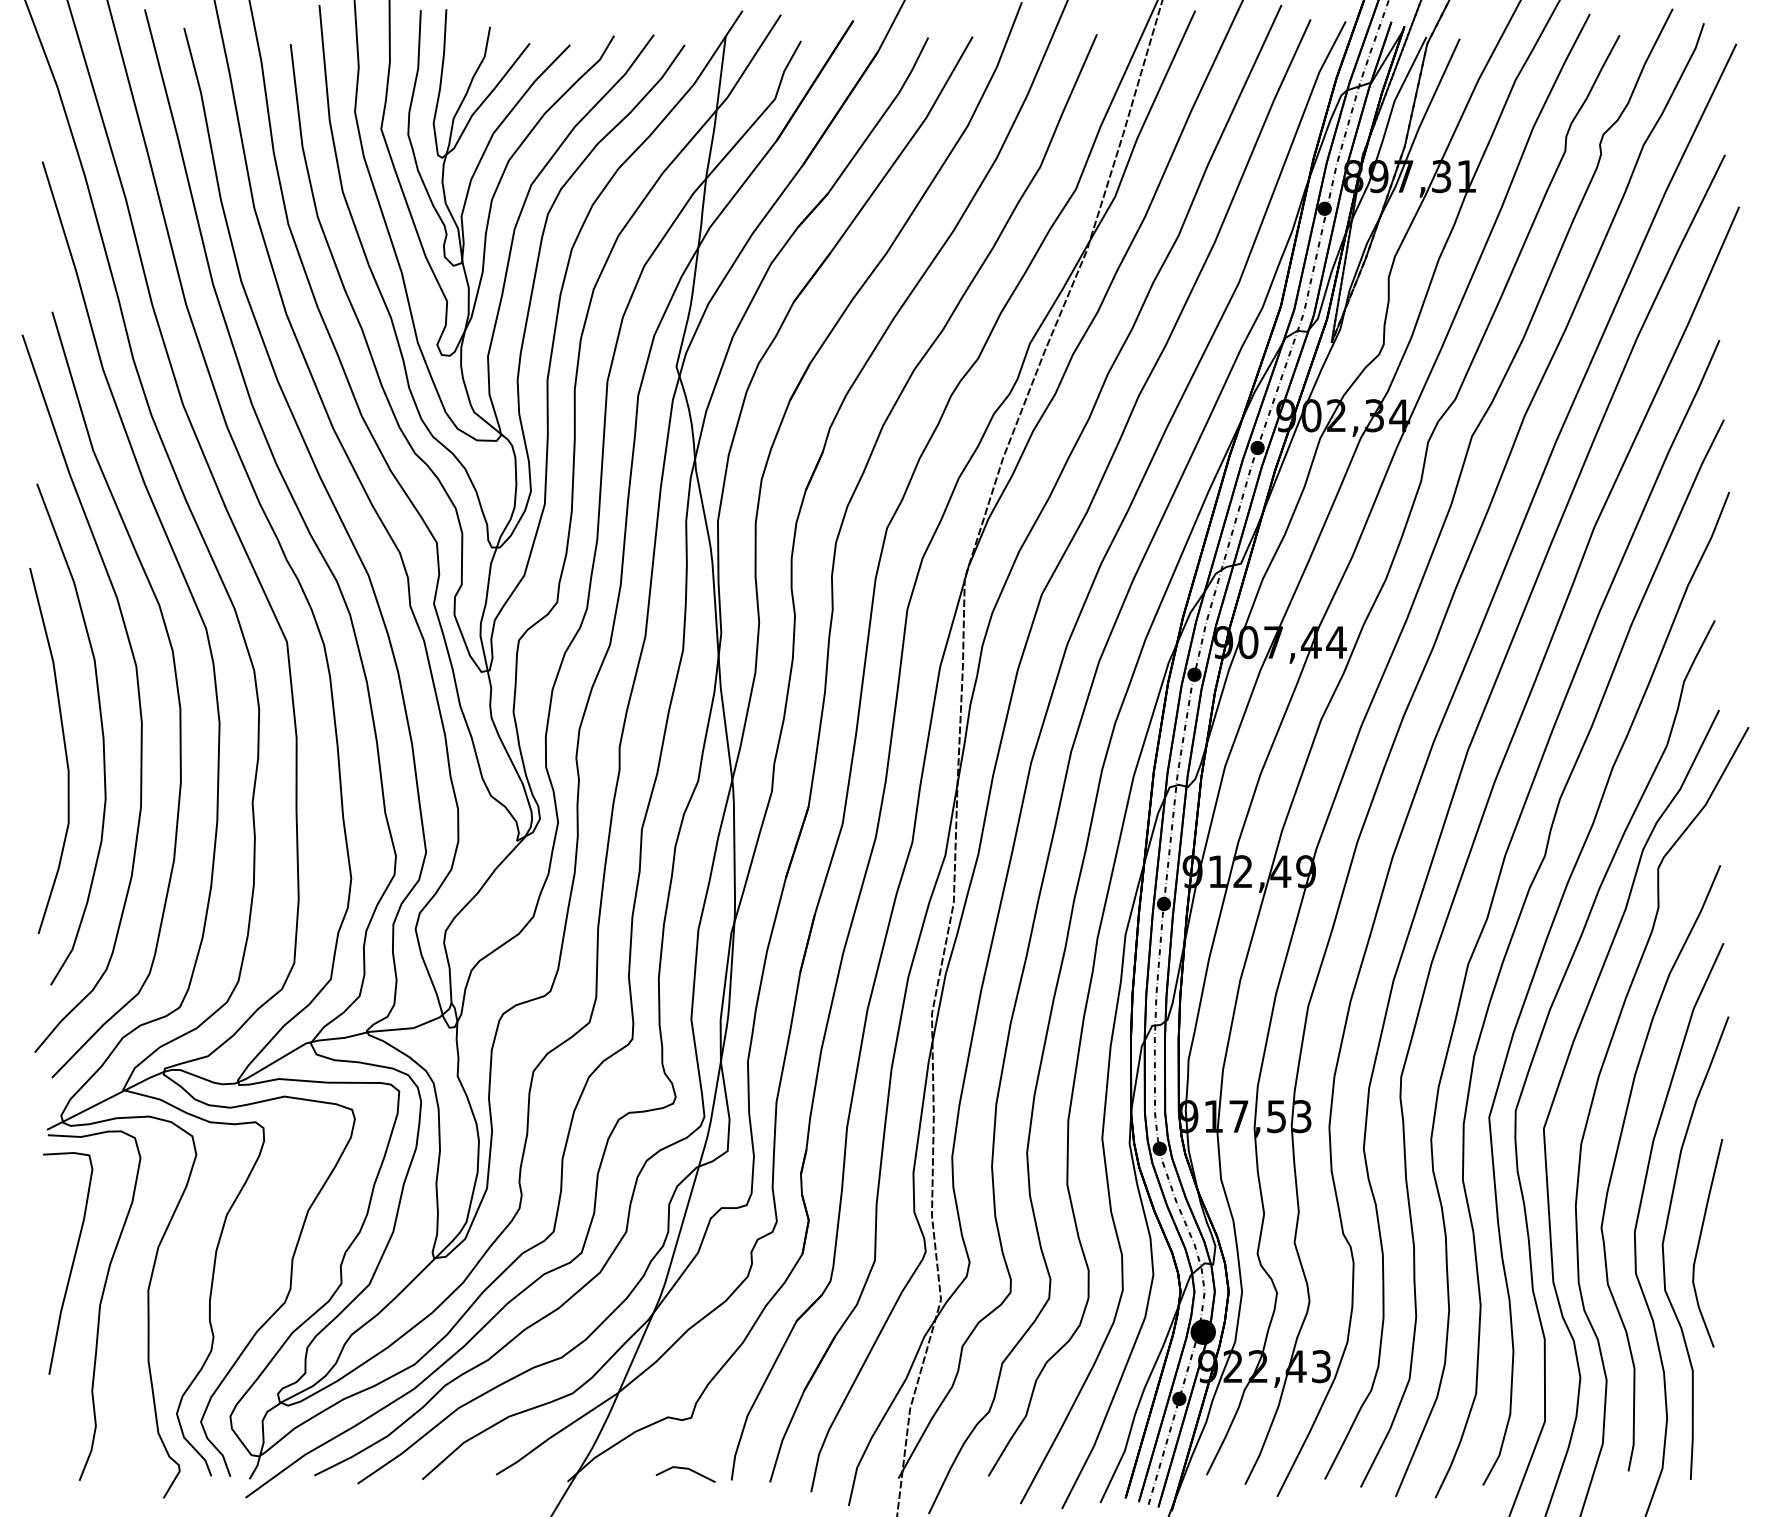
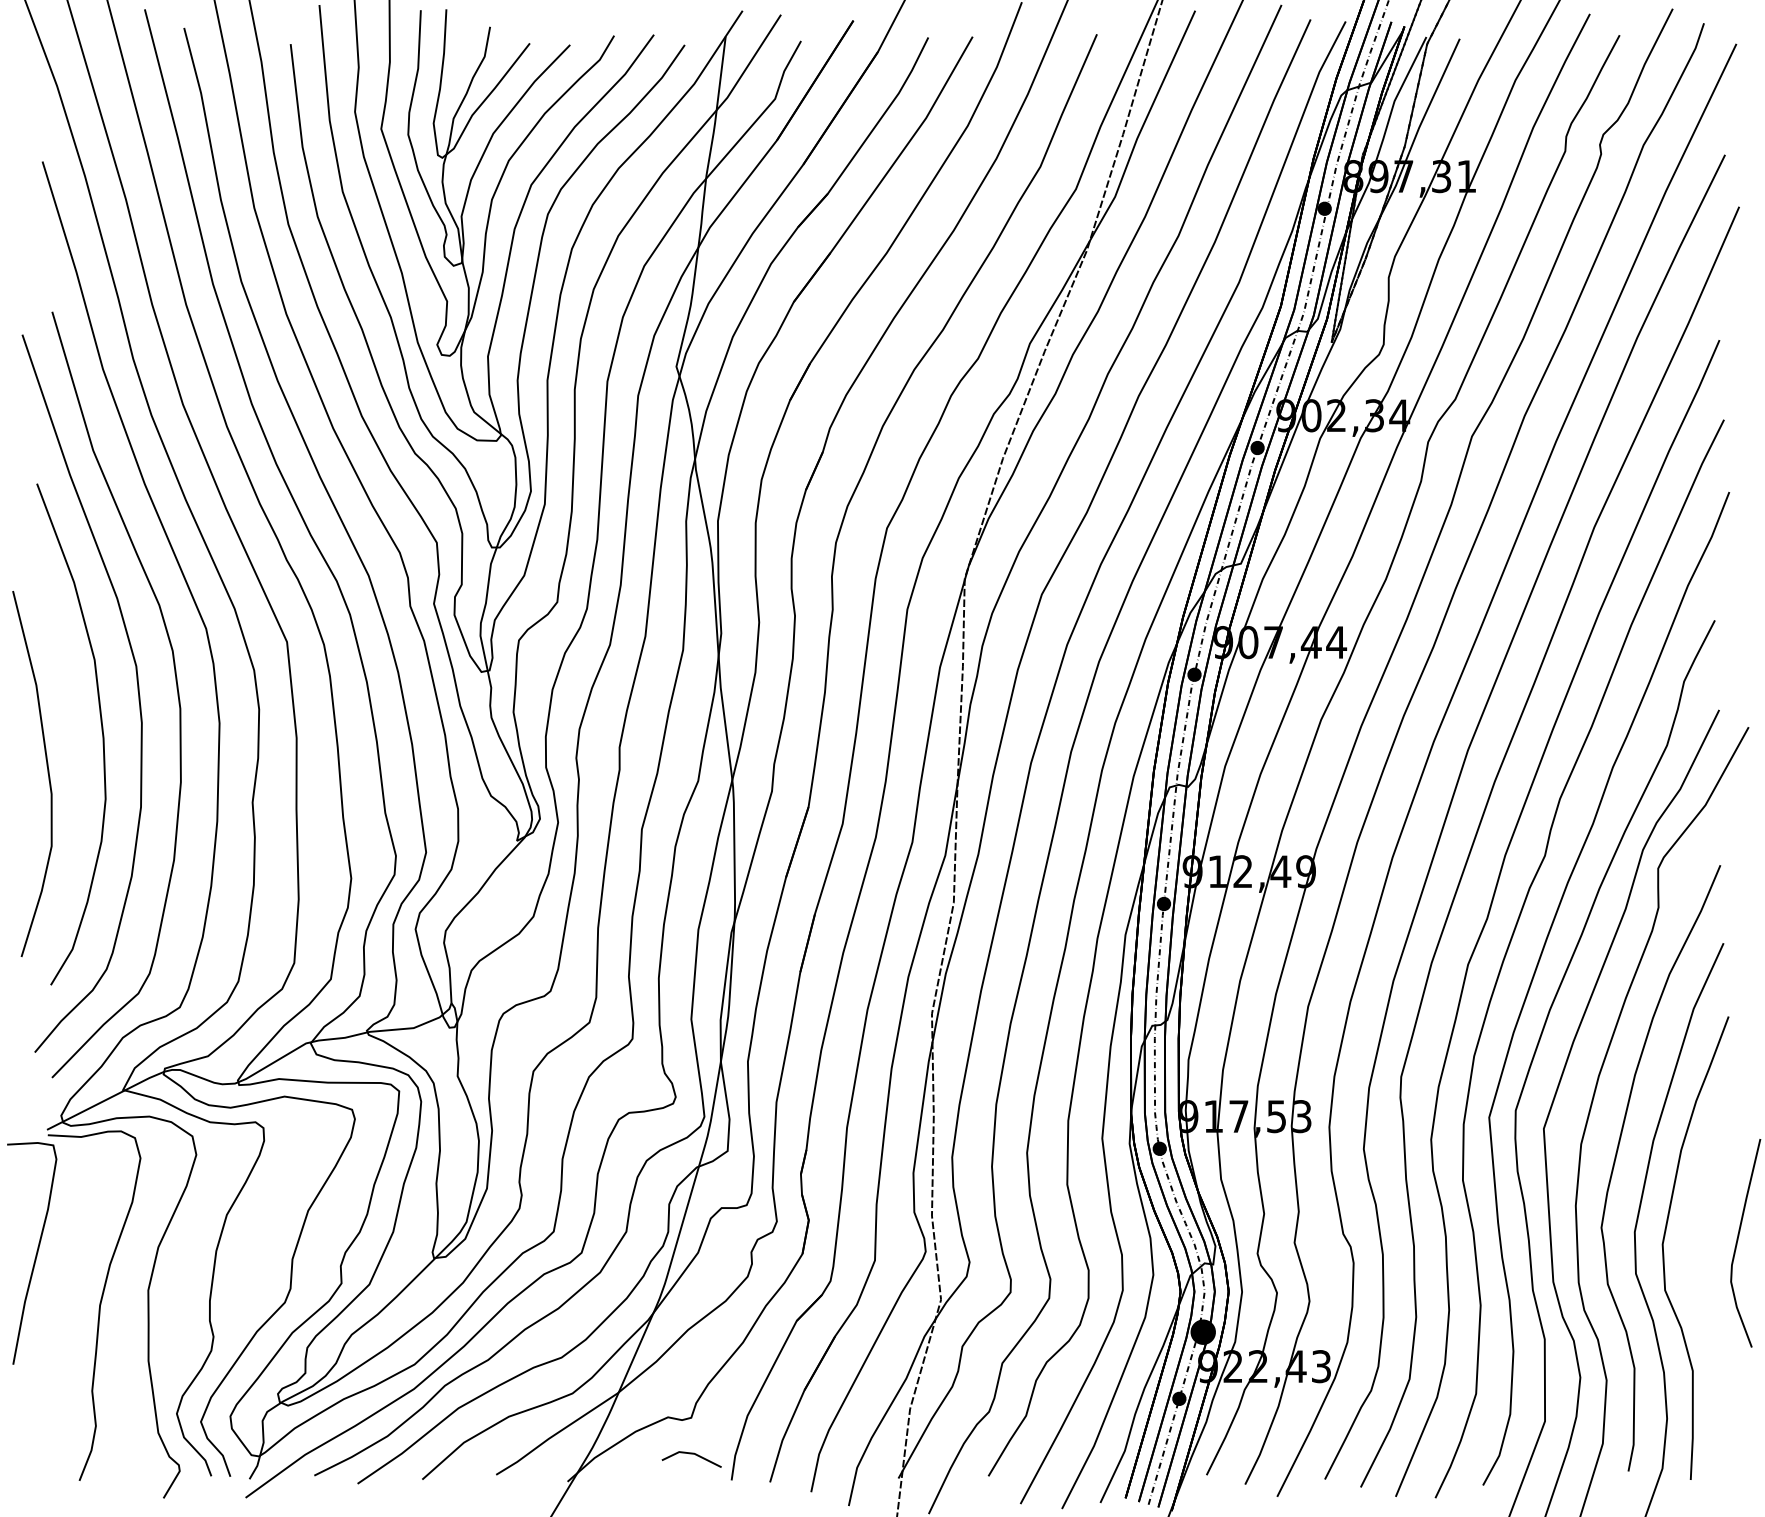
curve at (64, 750) position: (64, 750) -> (47, 773)
curve at (1700, 1240) position: (1700, 1240) -> (1738, 1240)
curve at (71, 1264) position: (71, 1264) -> (35, 1254)
line at (685, 1469) position: (685, 1469) -> (691, 1454)
